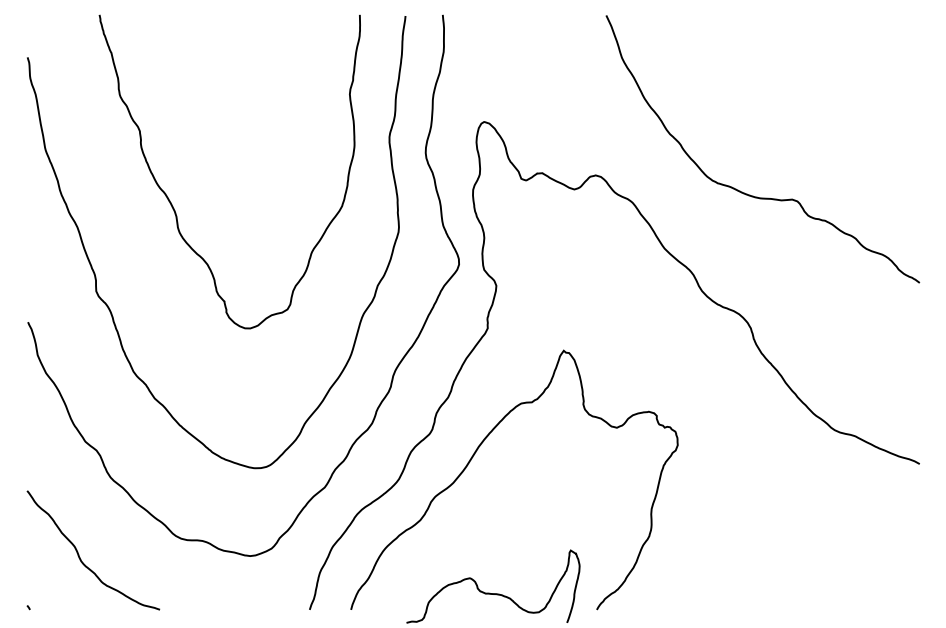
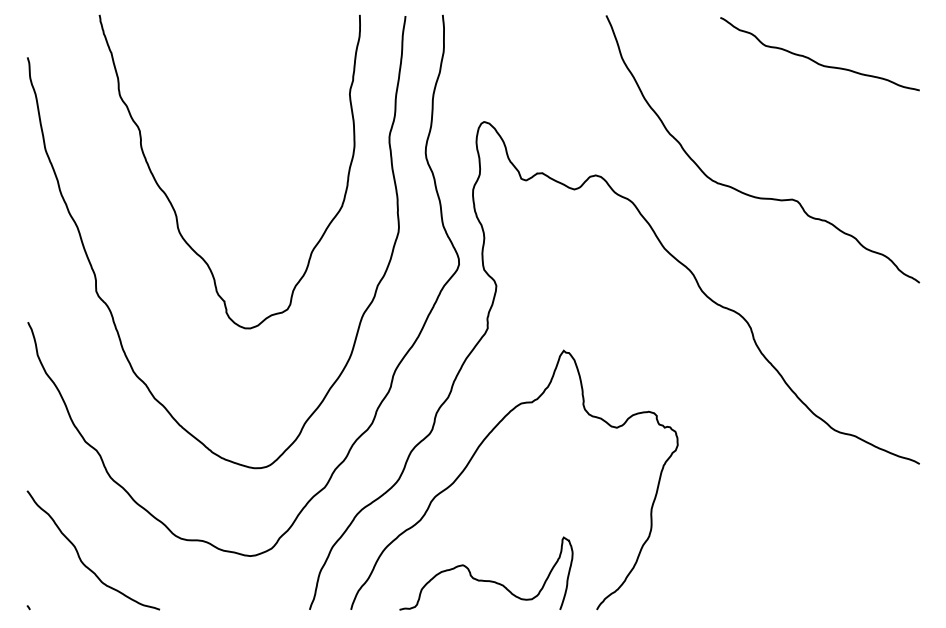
curve at (816, 61): none -> present
curve at (493, 593) position: (493, 593) -> (486, 580)
